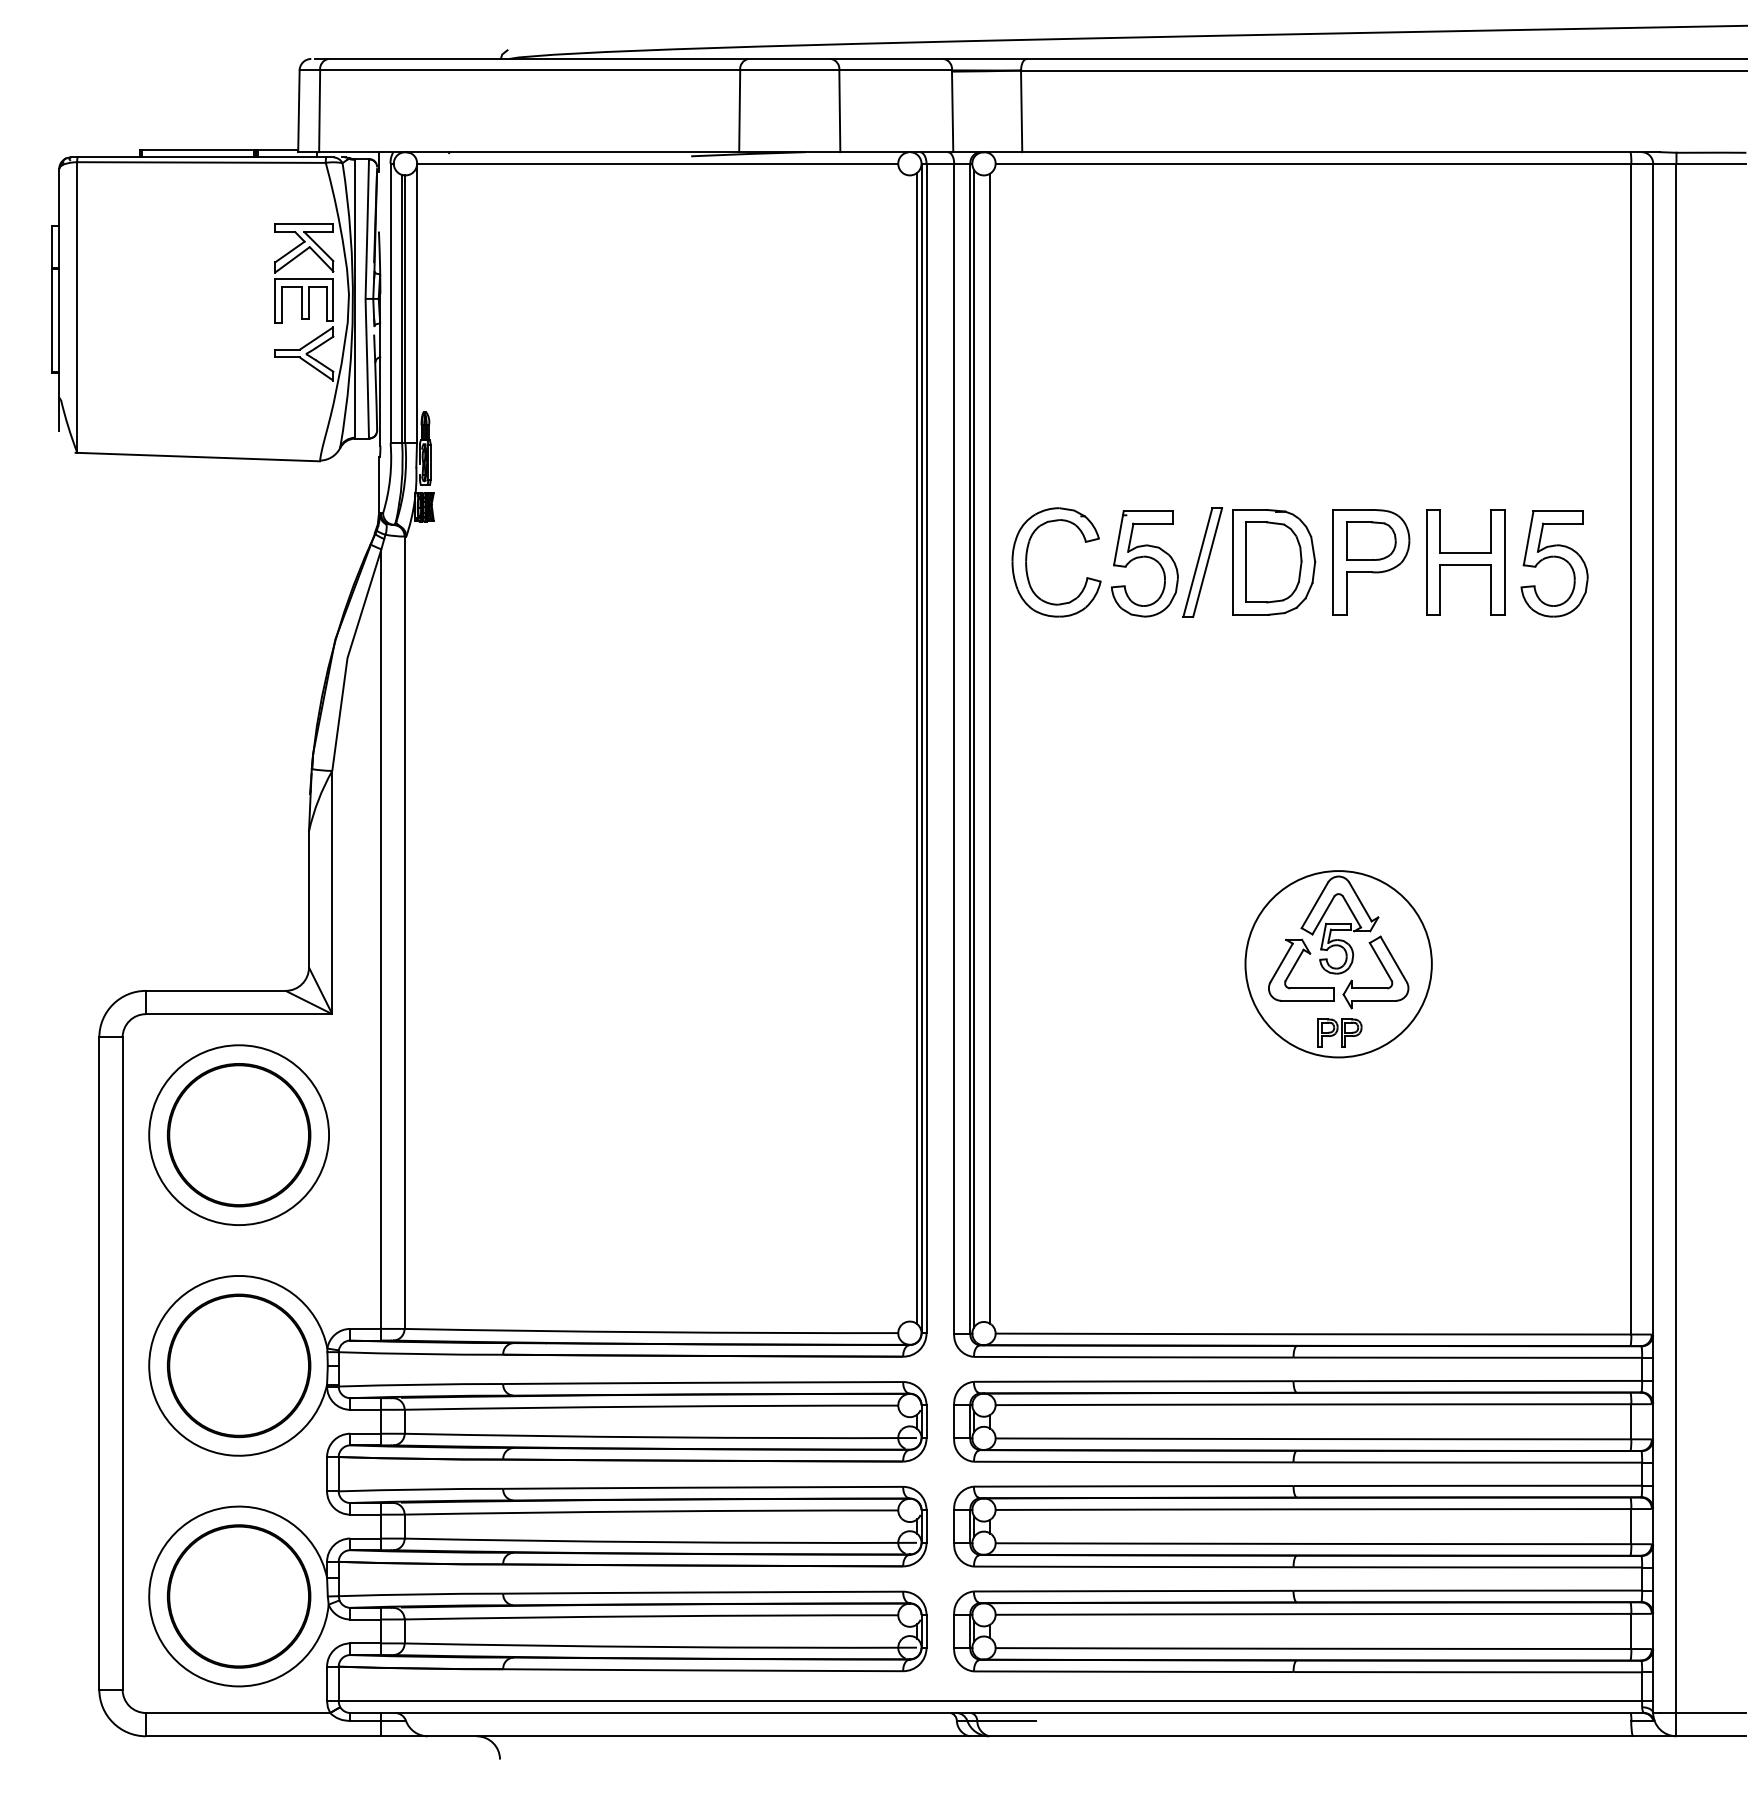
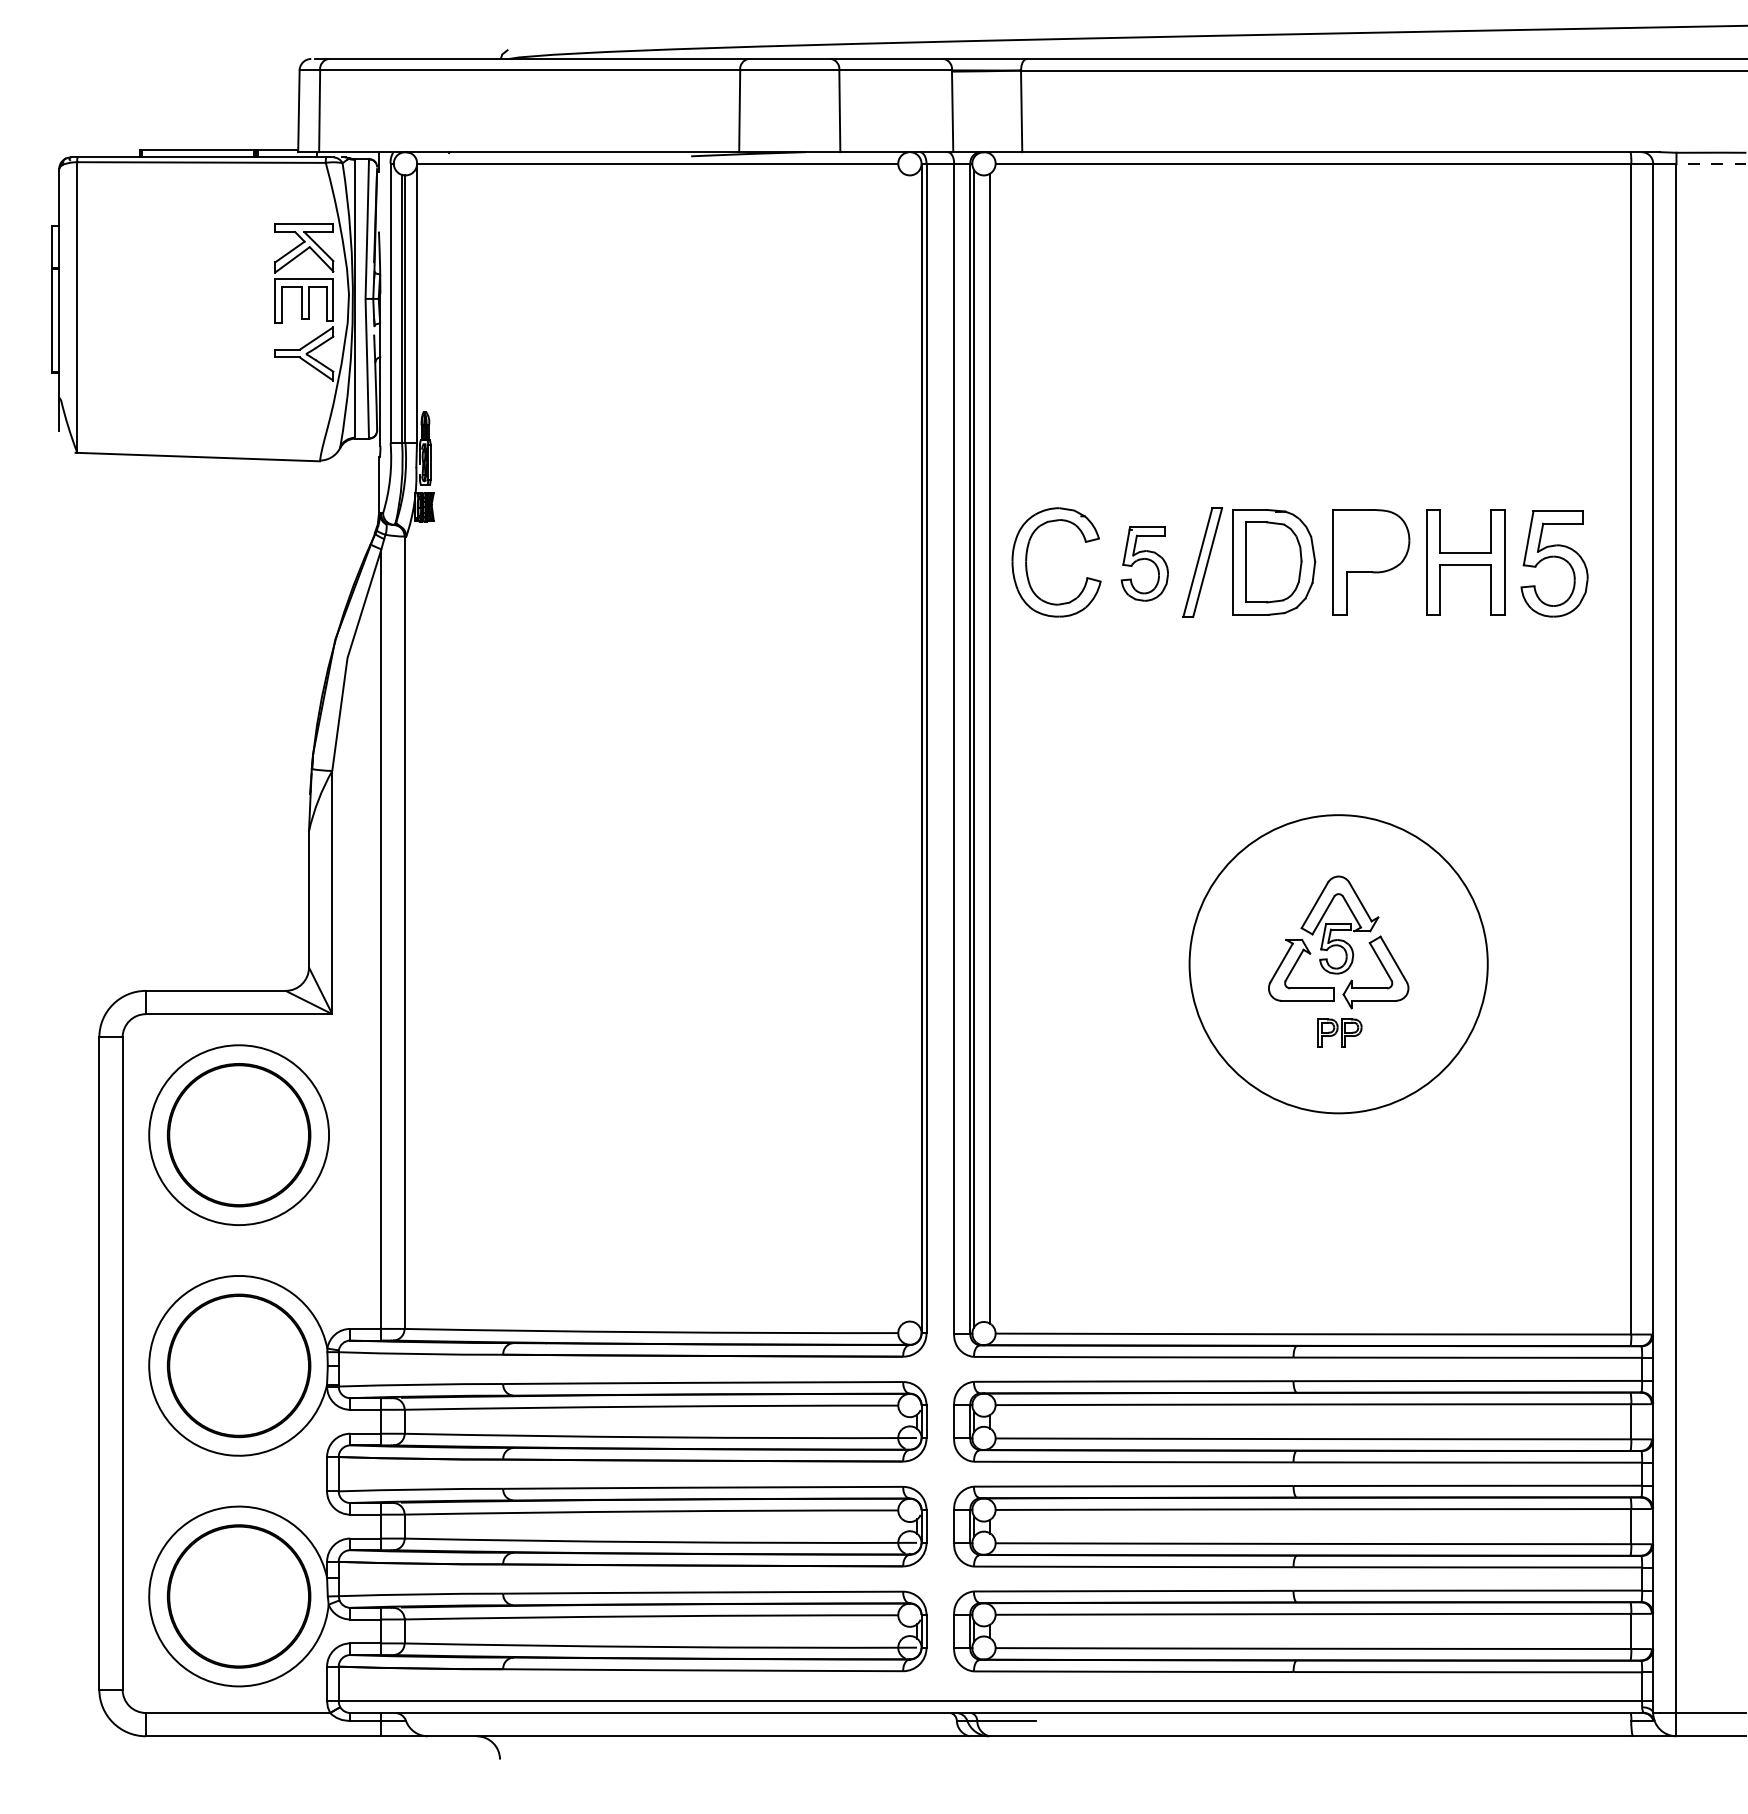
line at (1711, 163): solid -> dashed
part at (1371, 540): present -> none
part at (1144, 563) size: 68x108 px -> 49x76 px
line at (916, 748): present -> none
circle at (1338, 964) diameter: 186 px -> 298 px
